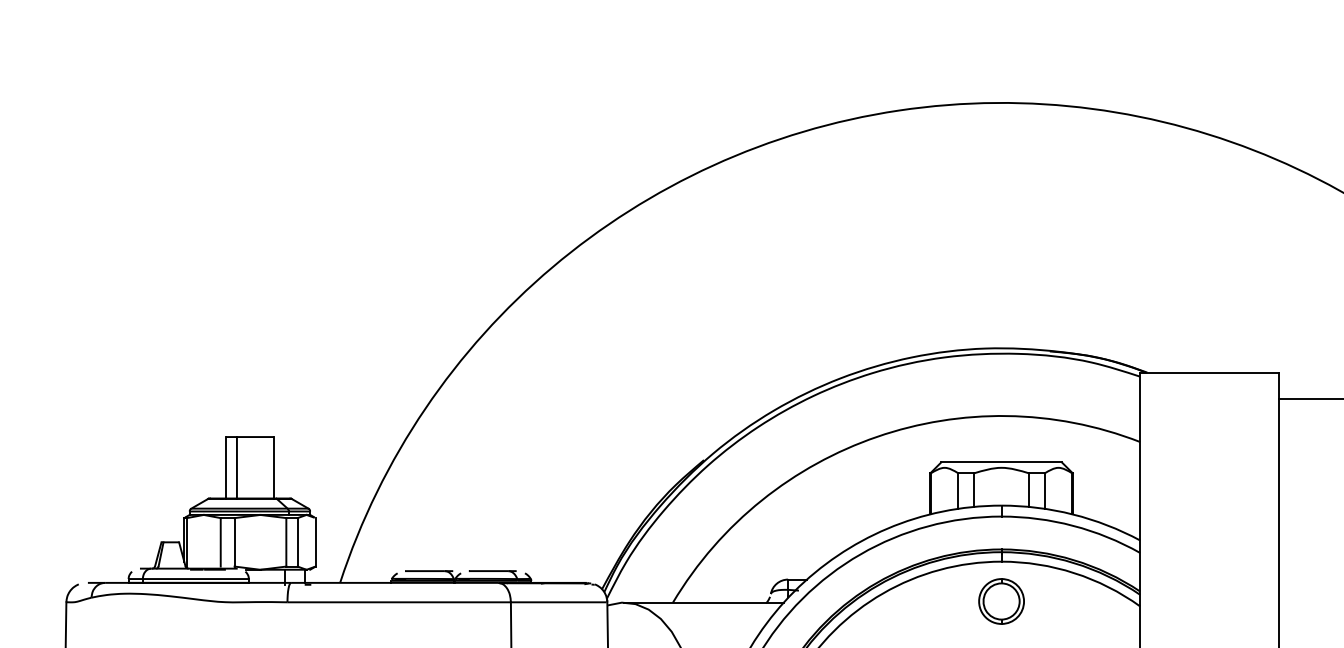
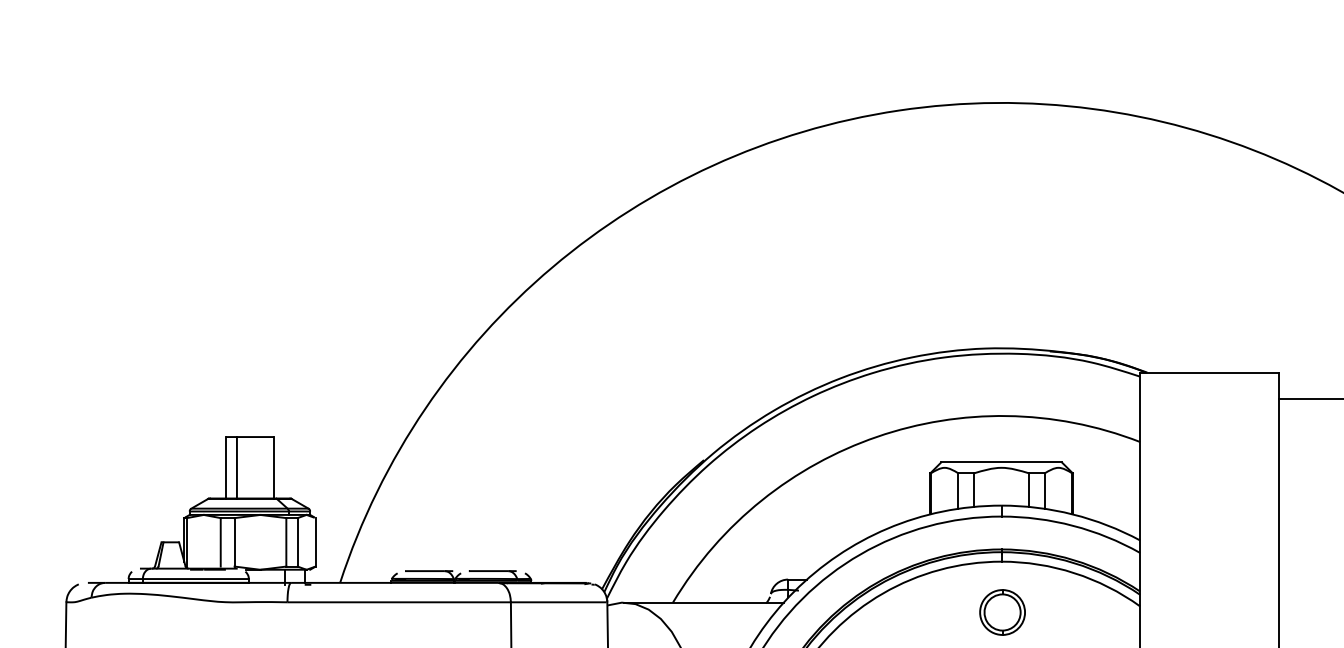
part at (1001, 601) position: (1001, 601) -> (1002, 612)
